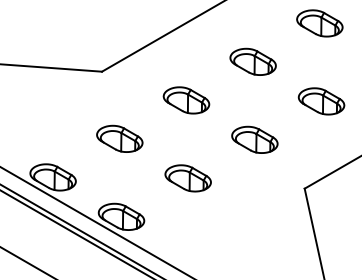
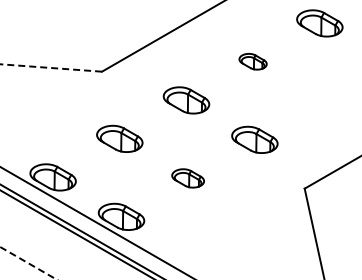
part at (252, 61) size: 48x29 px -> 30x18 px
line at (51, 68): solid -> dashed
part at (321, 101): present -> none
part at (187, 178) size: 48x29 px -> 34x21 px
line at (28, 263): solid -> dashed
